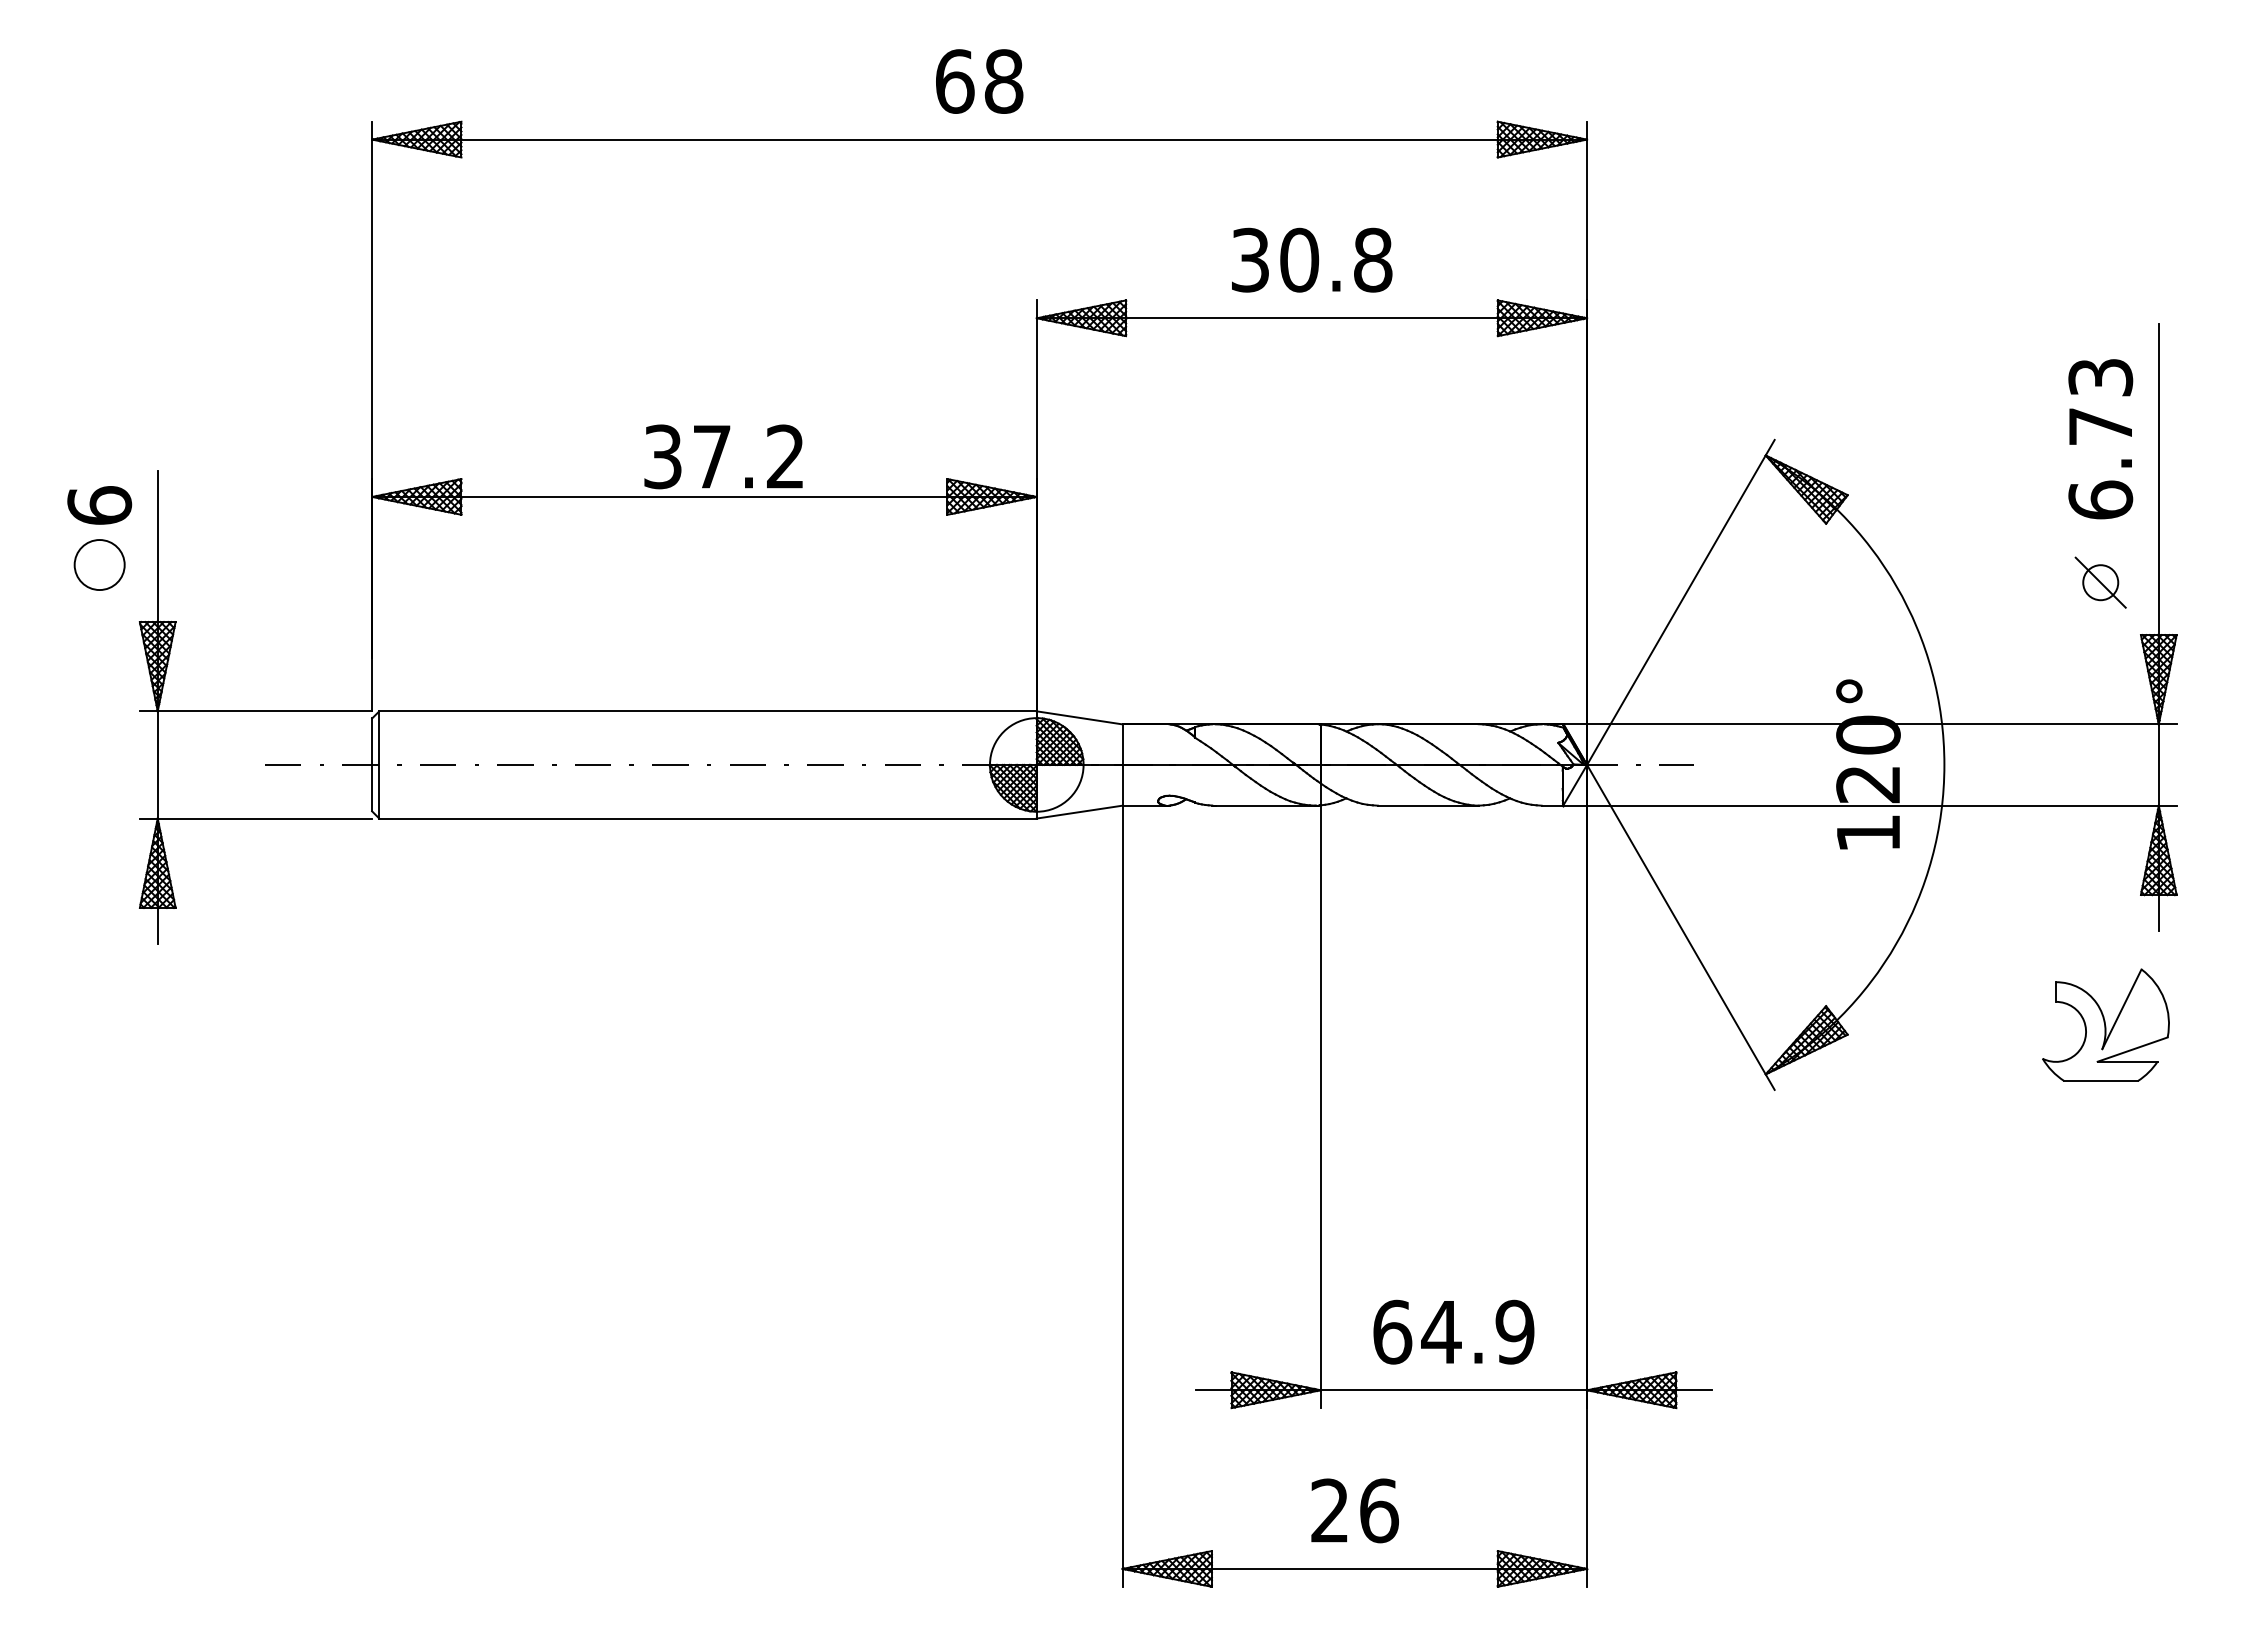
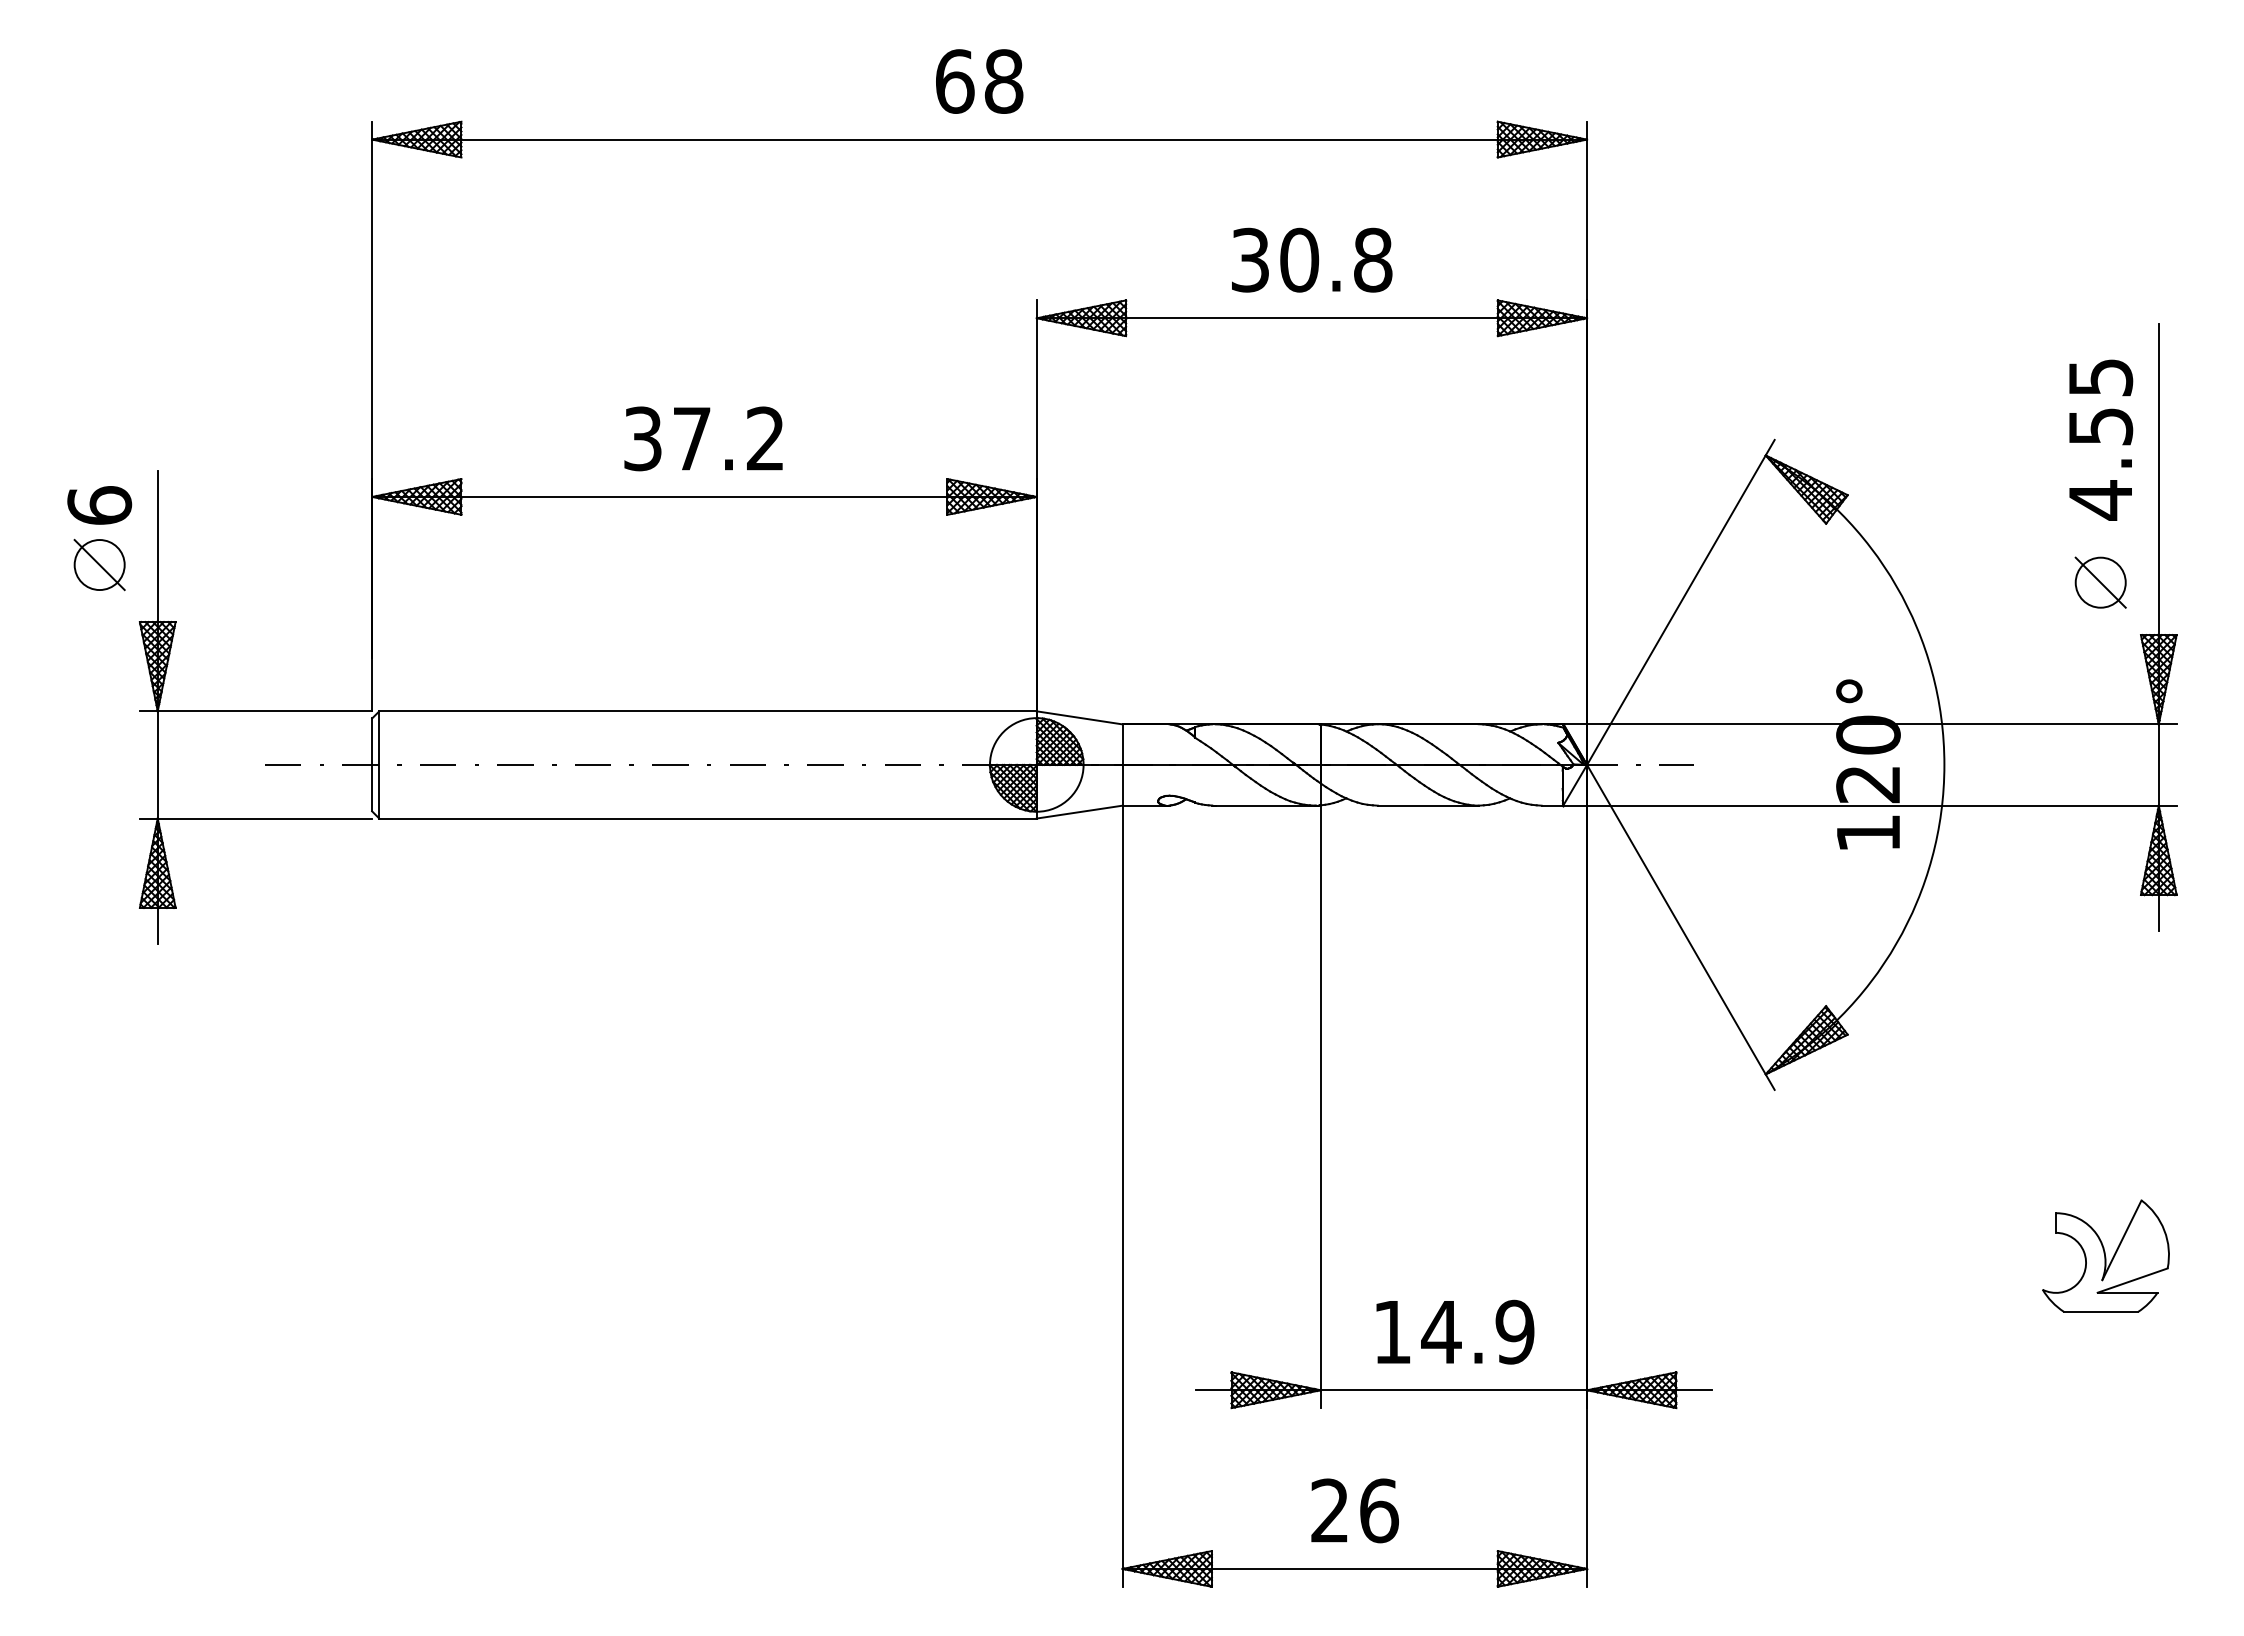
text at (2100, 439): 6.73 -> 4.55
text at (723, 456) position: (723, 456) -> (703, 438)
line at (99, 565): none -> present
circle at (2100, 582) diameter: 35 px -> 50 px
part at (2105, 1024) position: (2105, 1024) -> (2105, 1255)
text at (1392, 1331): 64.9 -> 14.9
